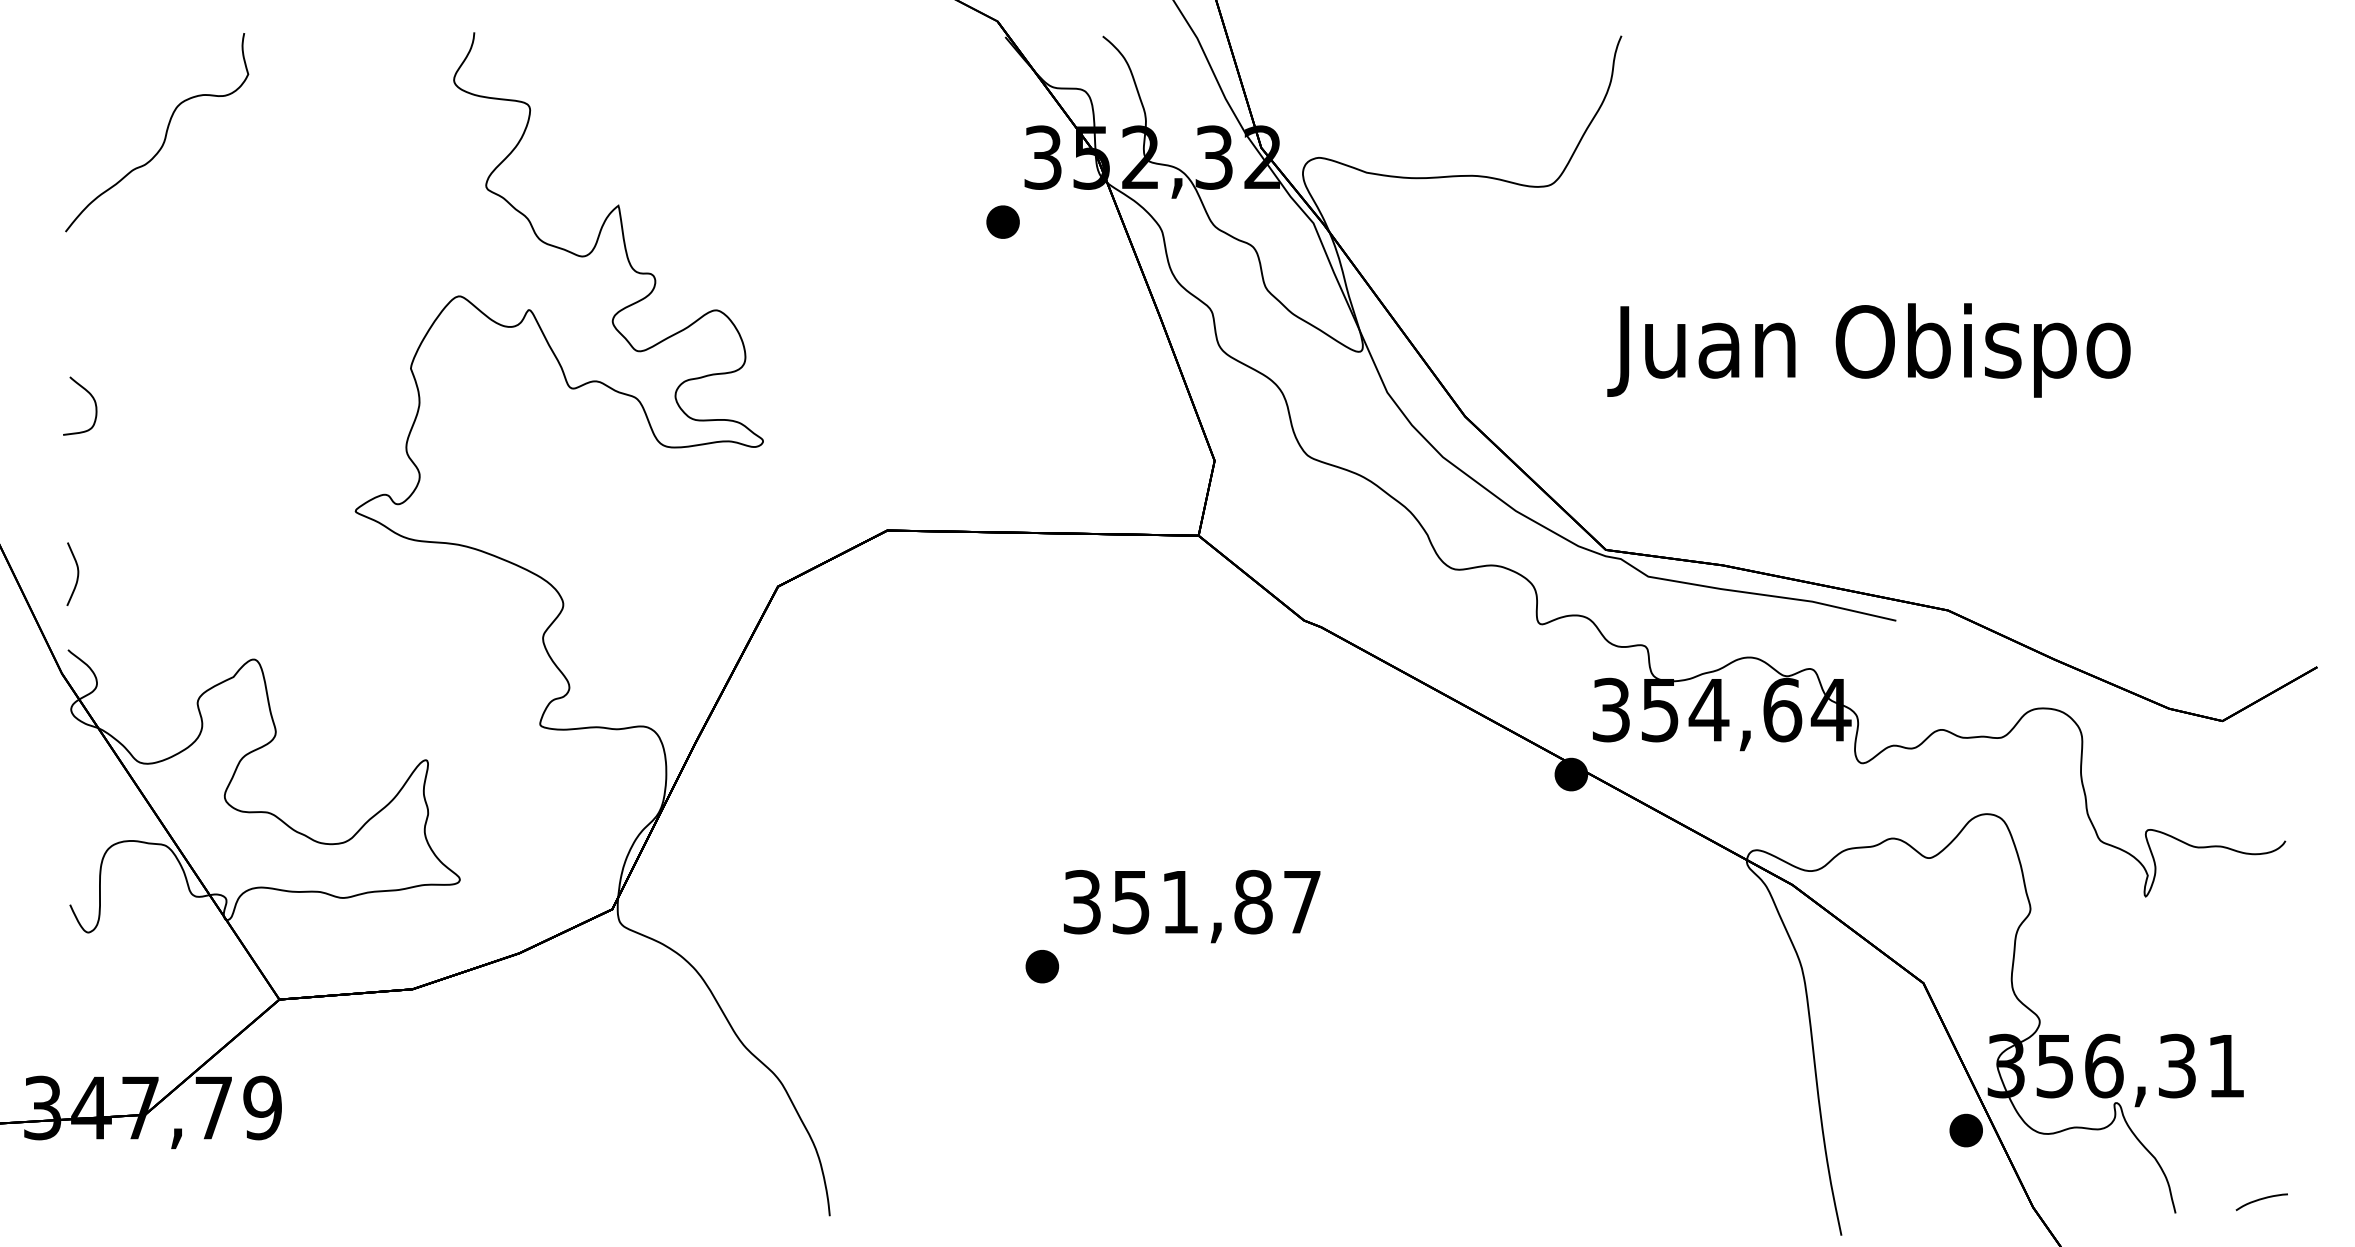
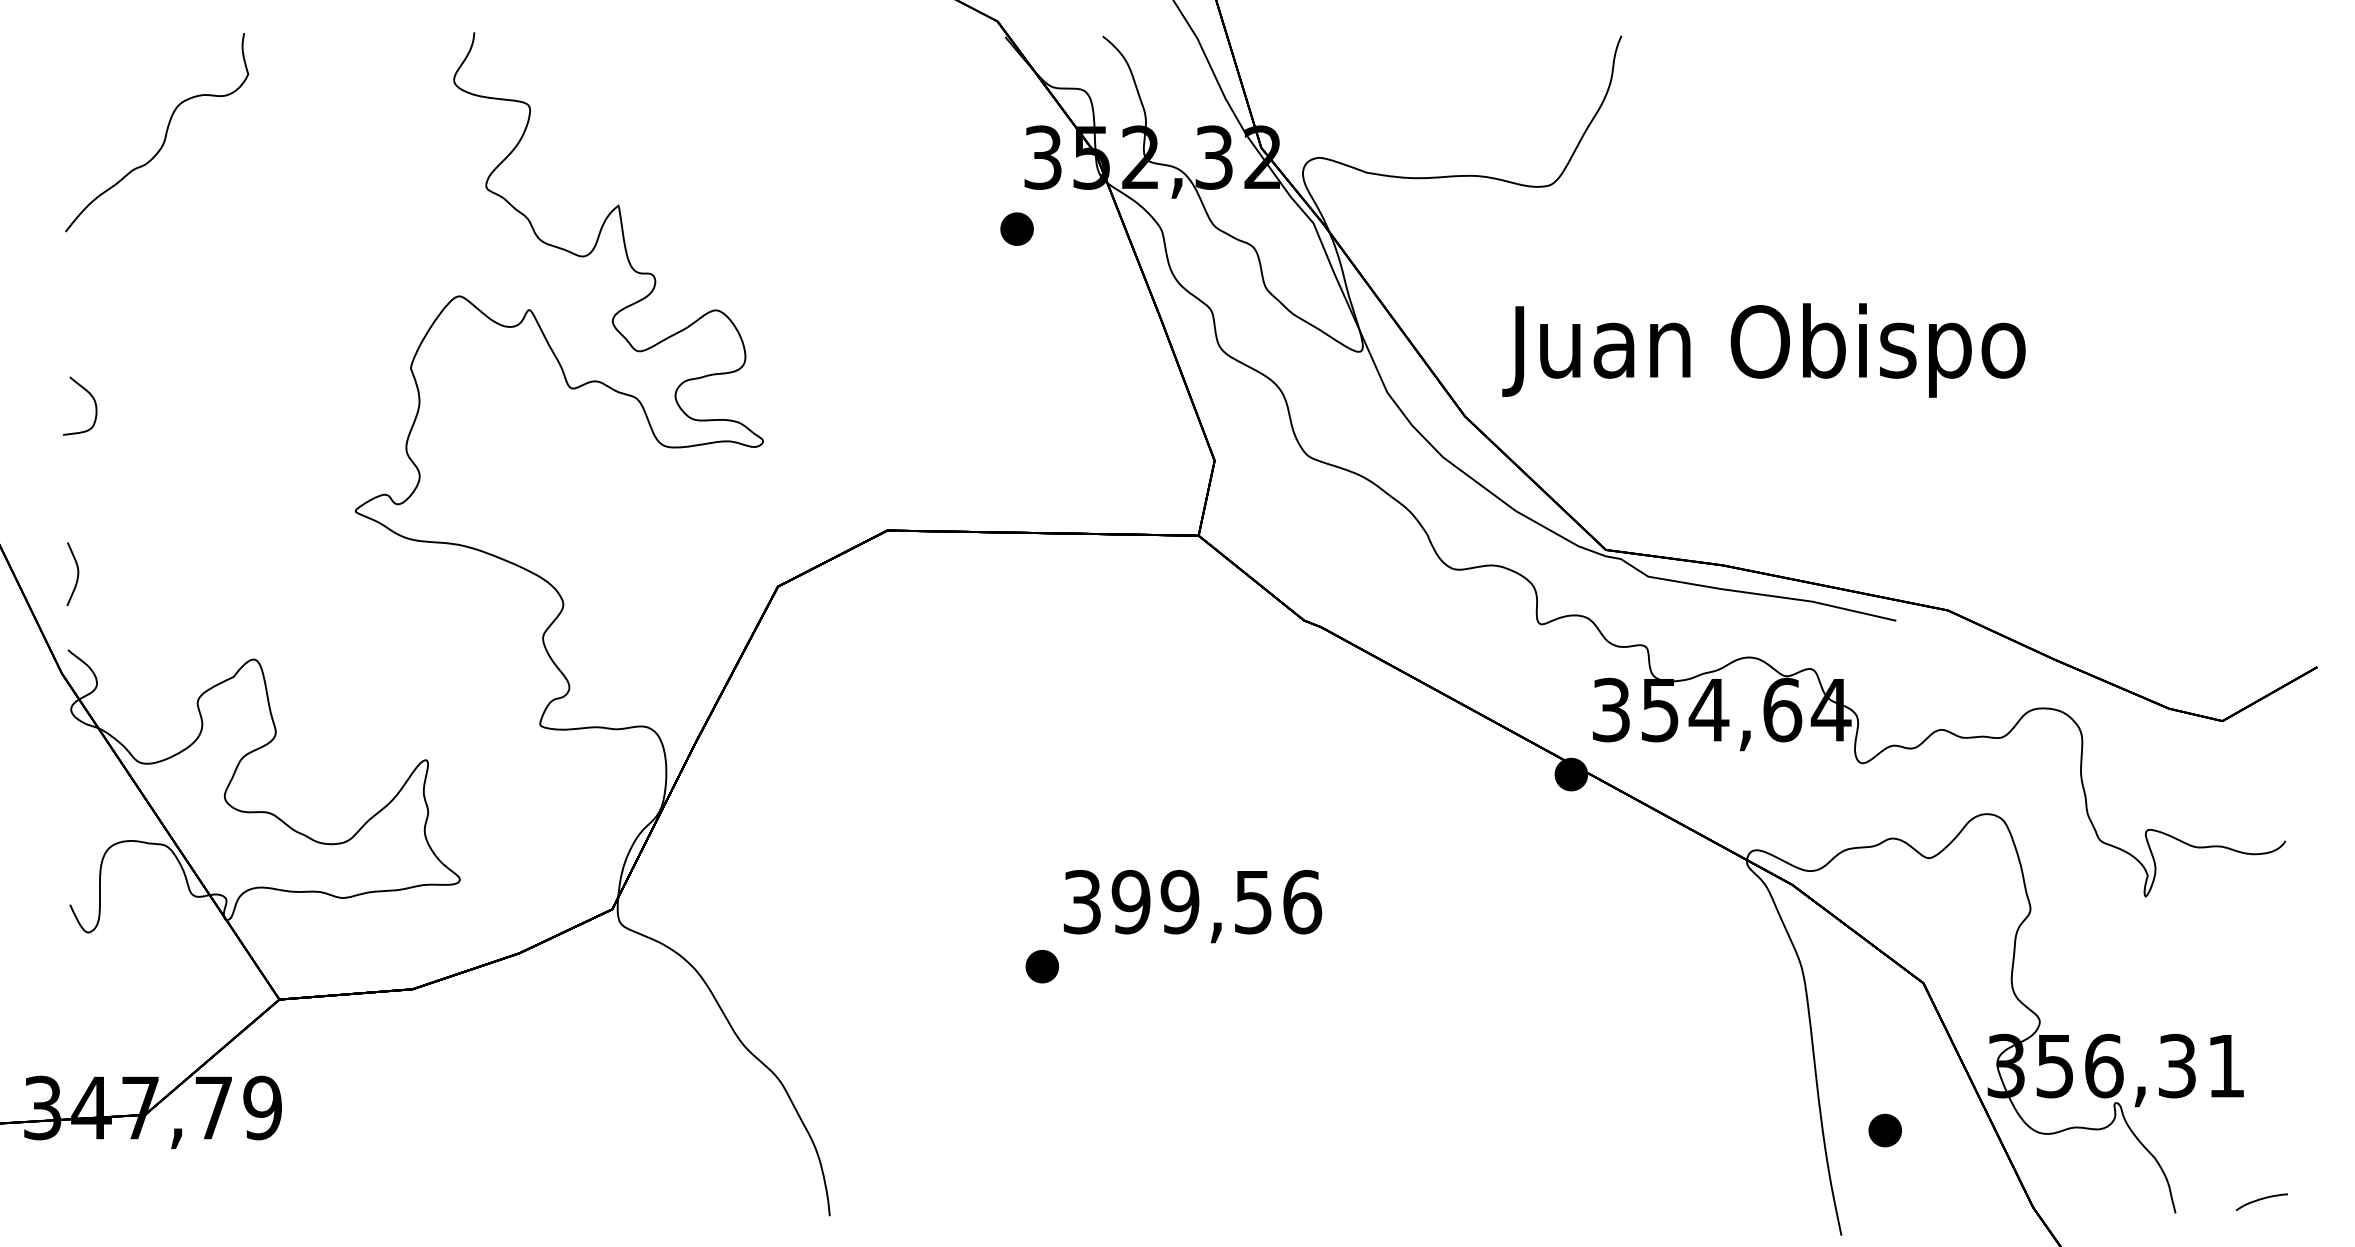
part at (1002, 221) position: (1002, 221) -> (1016, 228)
text at (1868, 350) position: (1868, 350) -> (1763, 350)
text at (1216, 901): 351,87 -> 399,56
part at (1965, 1130) position: (1965, 1130) -> (1884, 1130)
